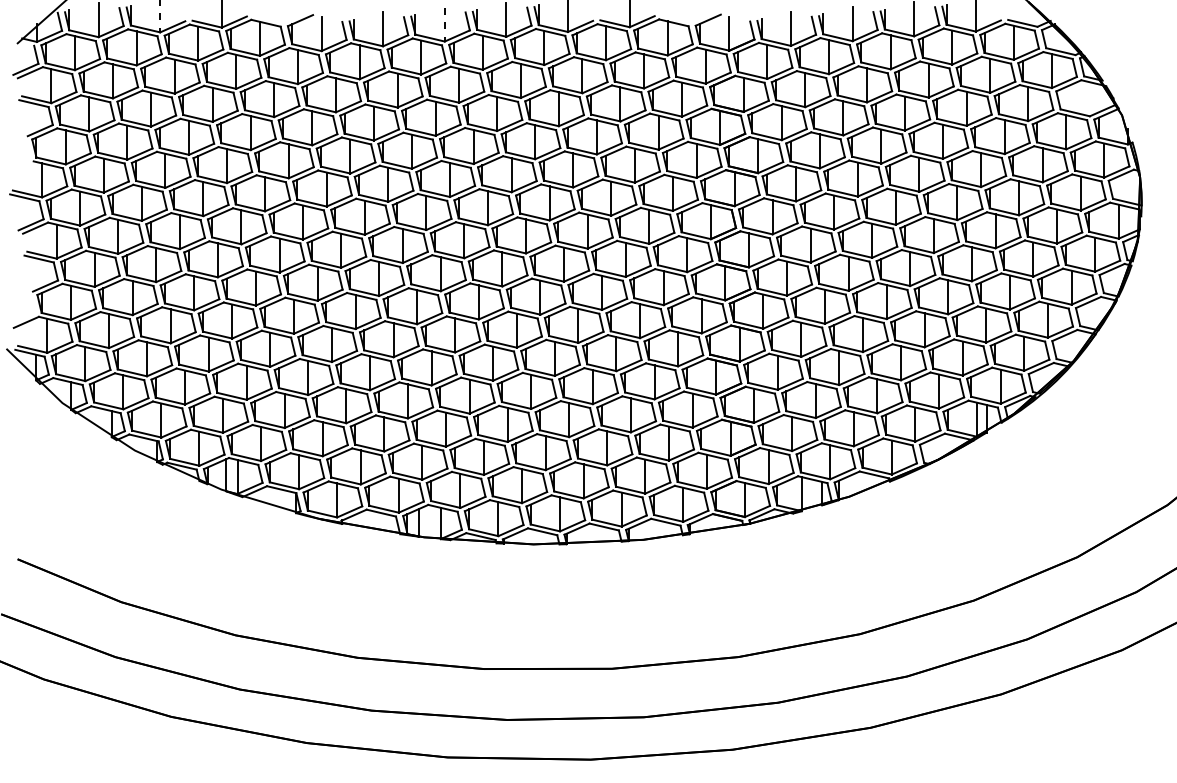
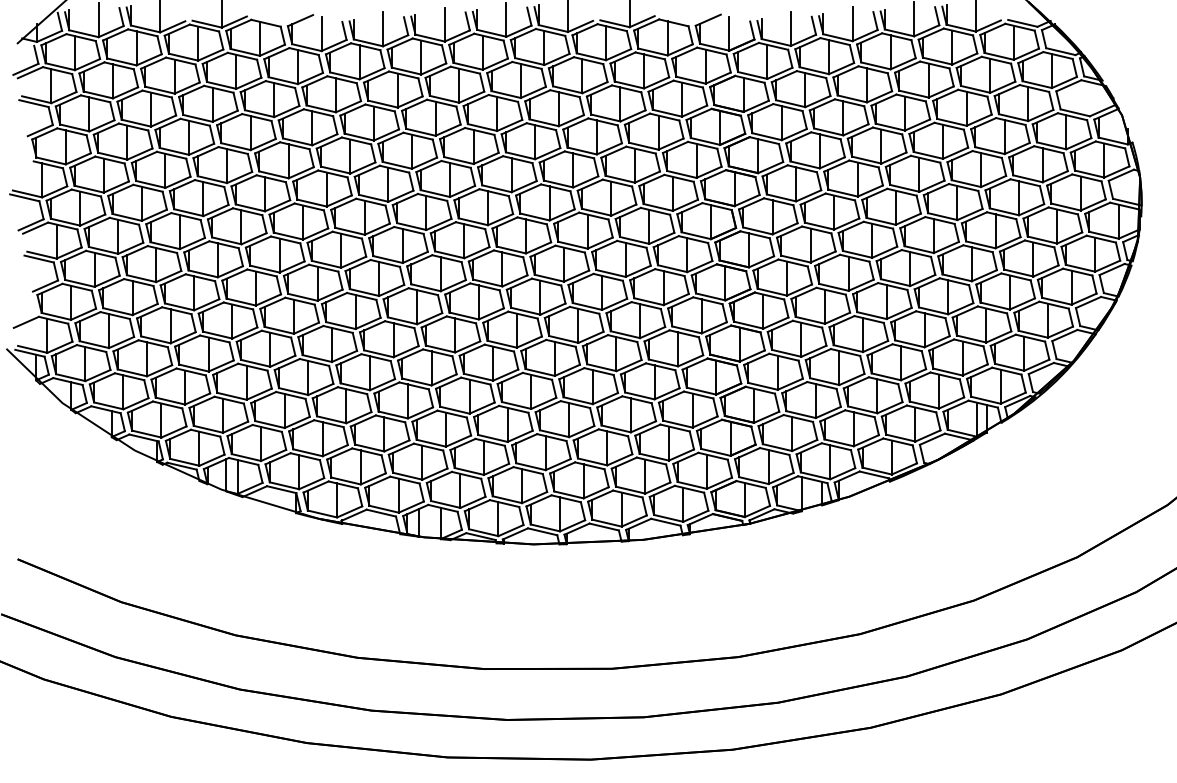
line at (160, 16): dashed -> solid
line at (444, 25): dashed -> solid
